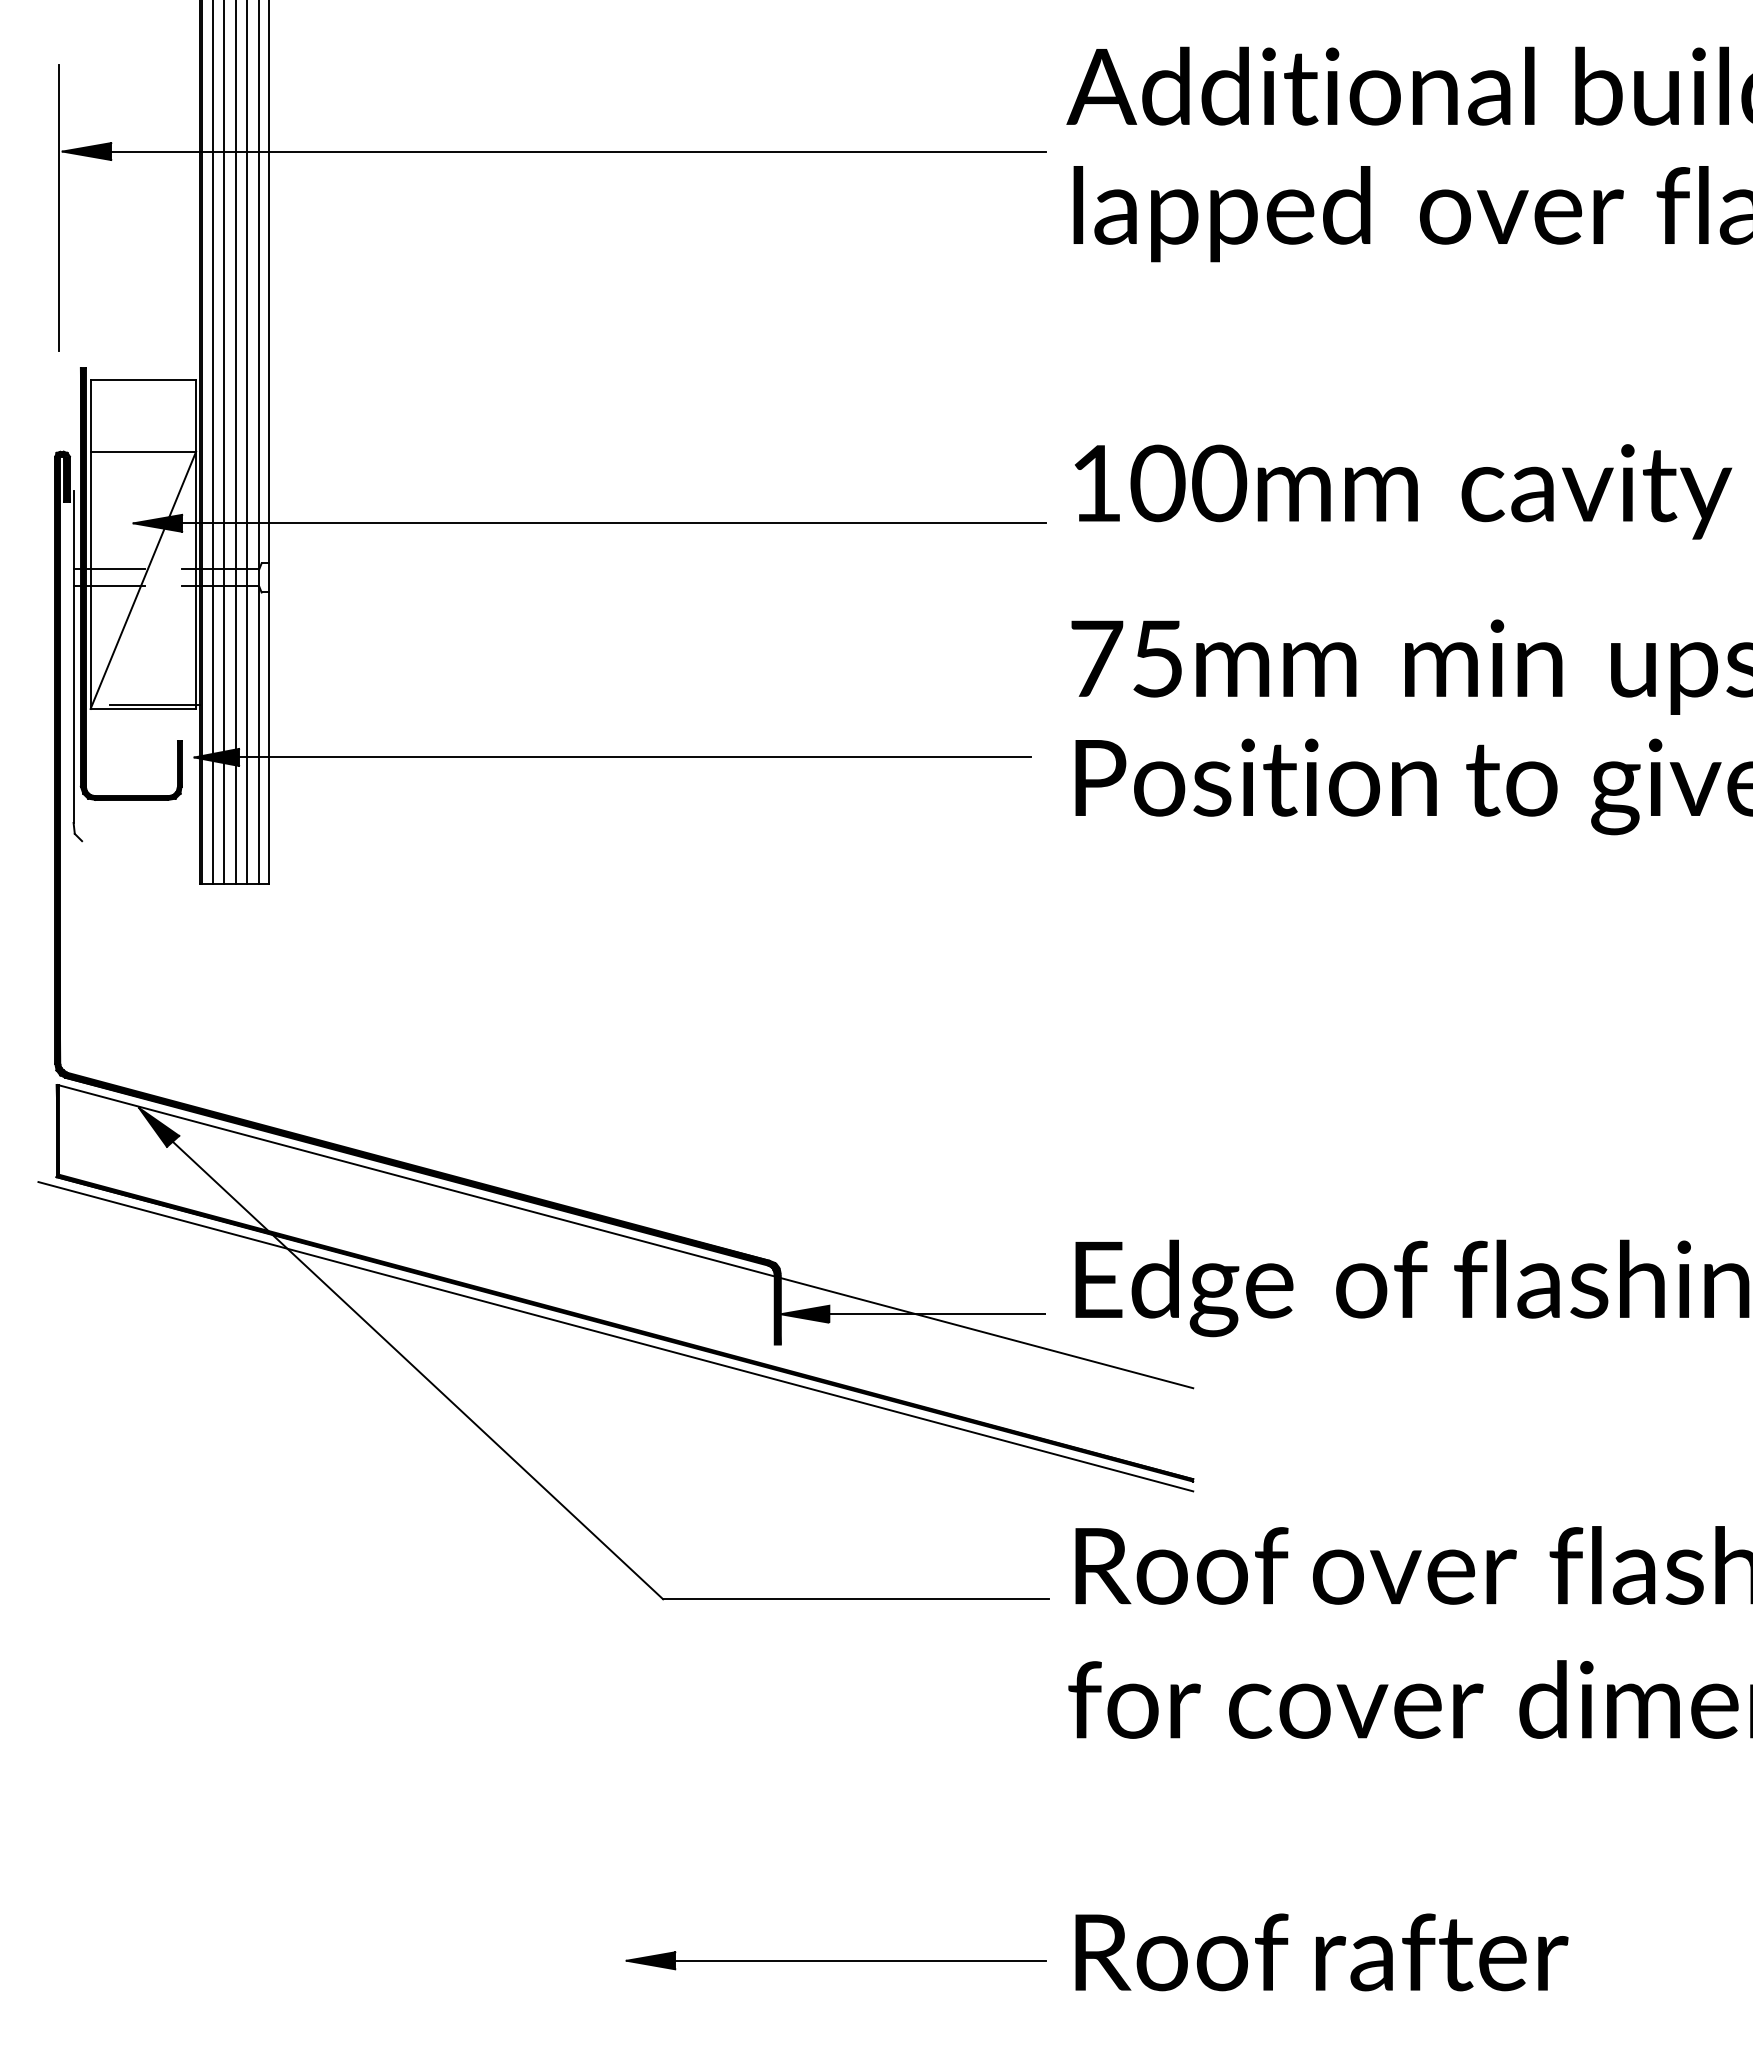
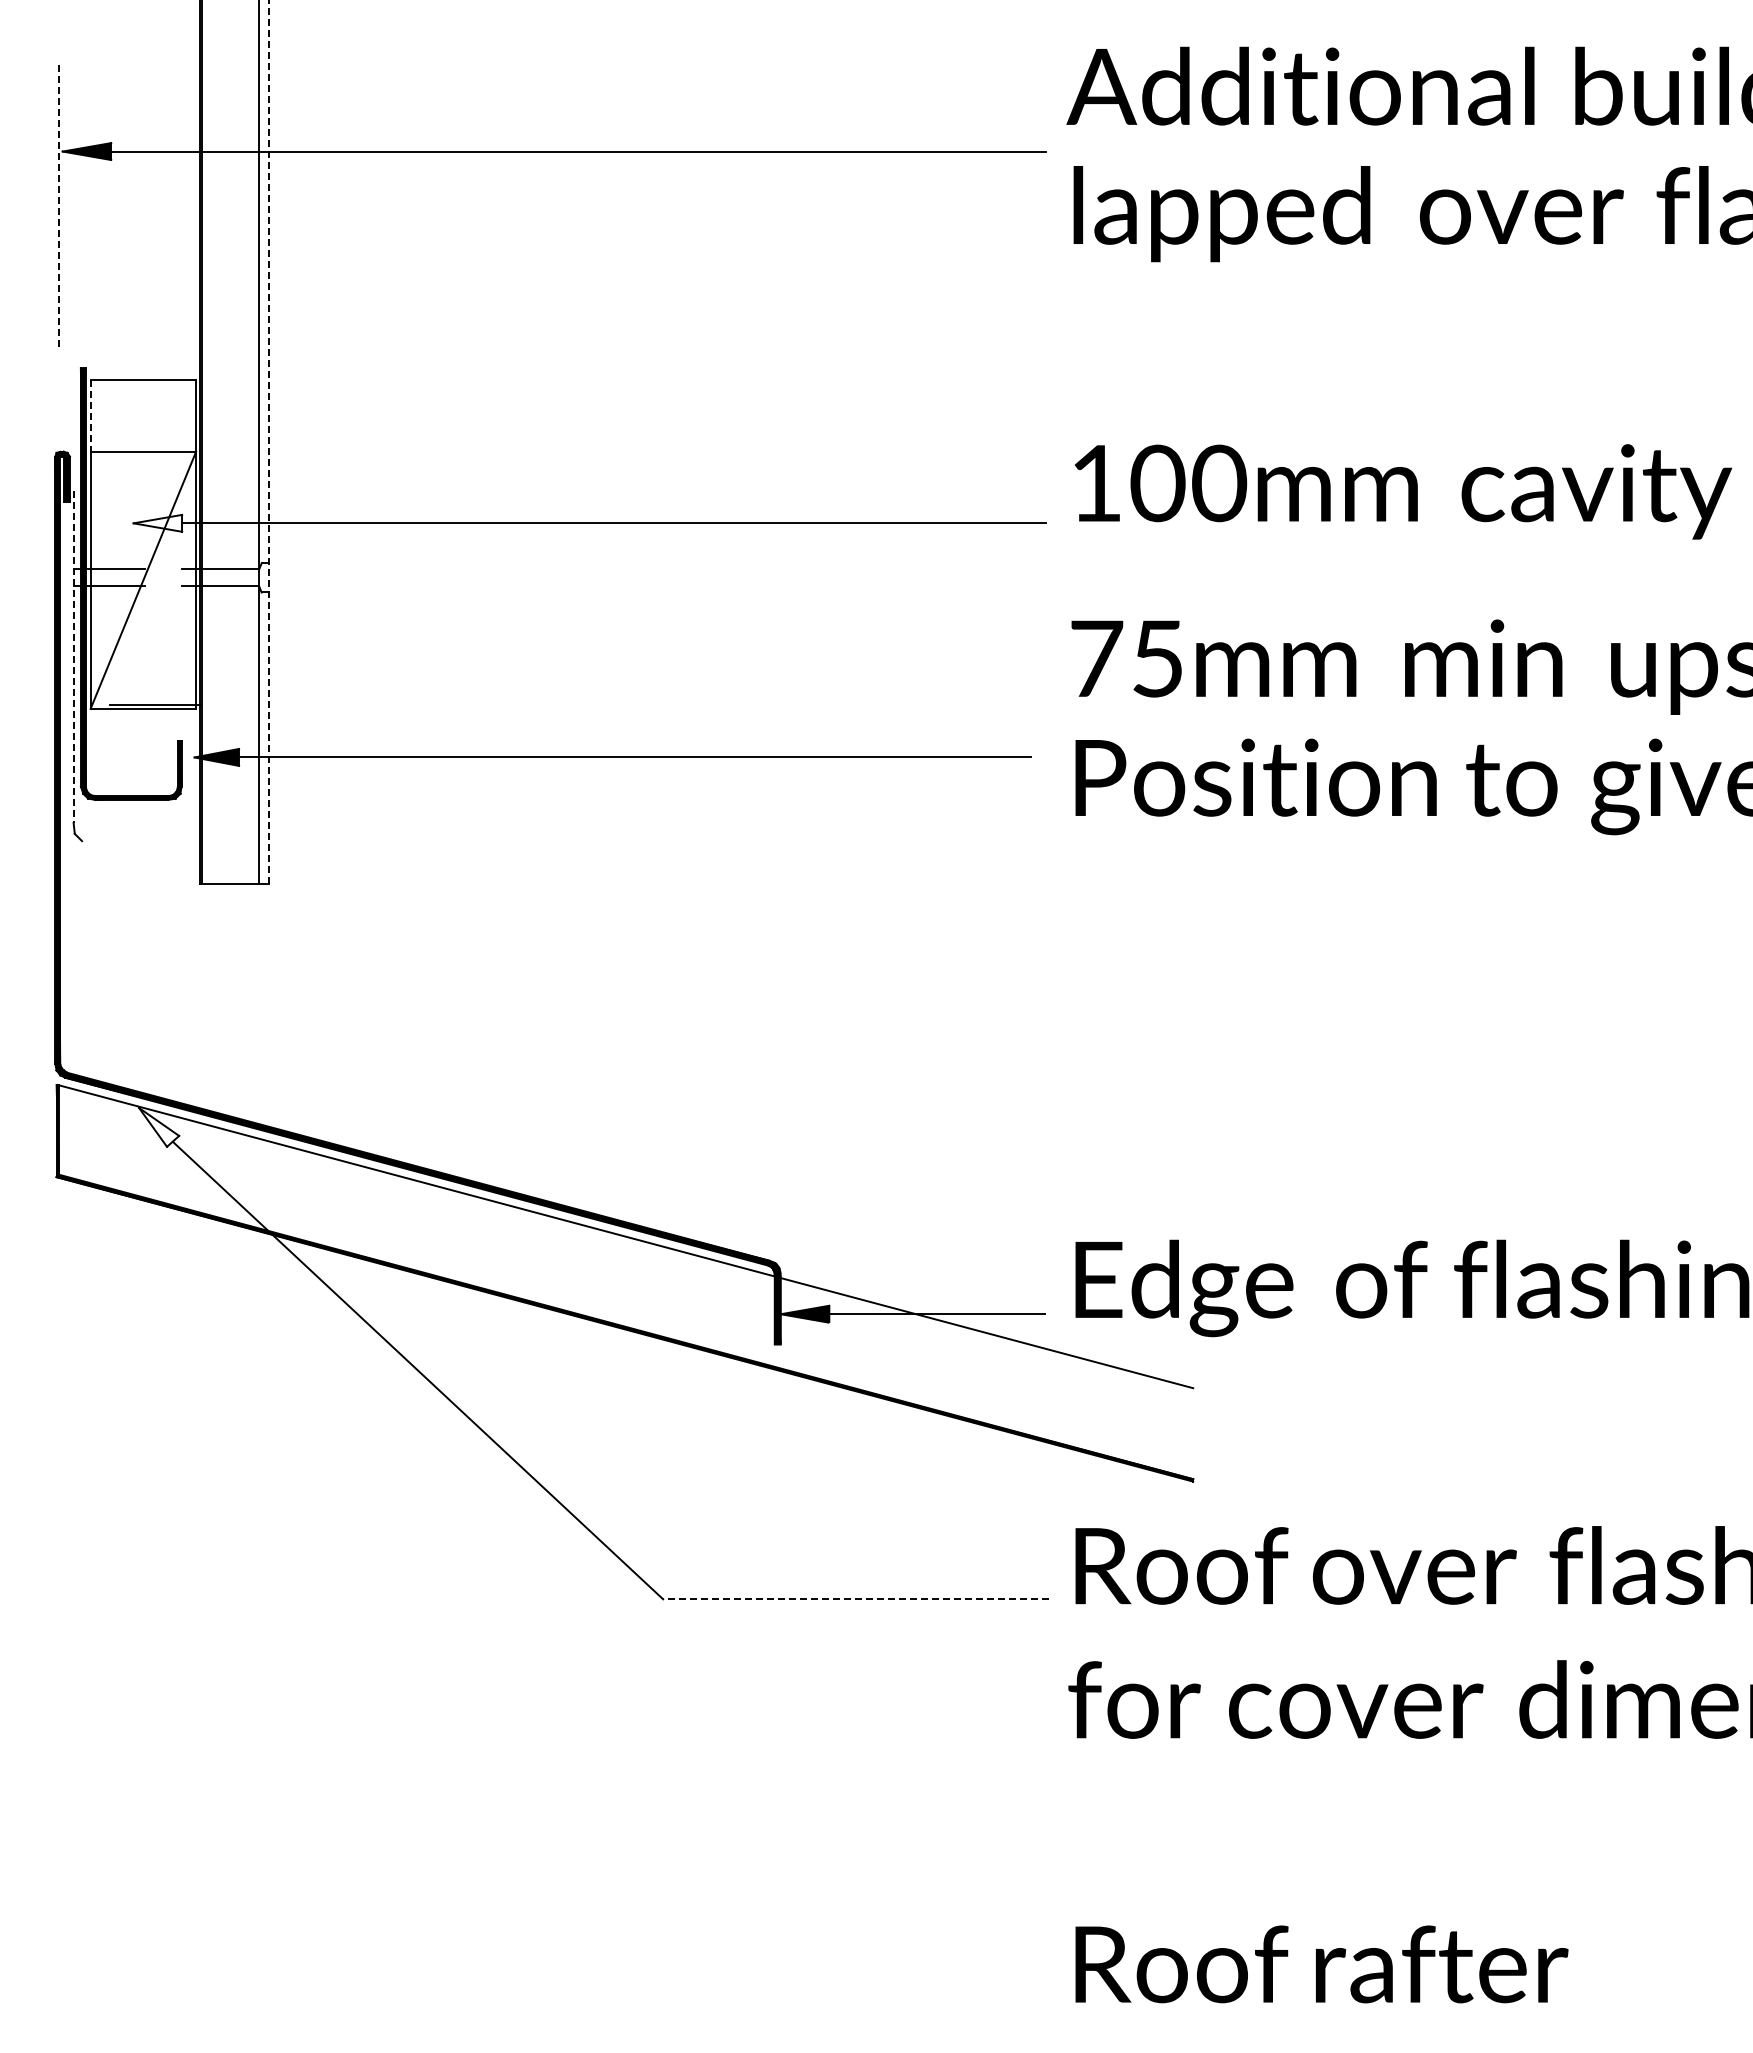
line at (59, 208): solid -> dashed
line at (90, 416): solid -> dashed
line at (268, 441): solid -> dashed
line at (213, 442): present -> none
line at (224, 442): present -> none
line at (236, 442): present -> none
line at (247, 442): present -> none
fill at (157, 522): present -> none
line at (73, 657): solid -> dashed
fill at (159, 1127): present -> none
line at (615, 1336): present -> none
line at (856, 1599): solid -> dashed
text at (1321, 1952) position: (1321, 1952) -> (1321, 1964)
part at (835, 1960): present -> none
